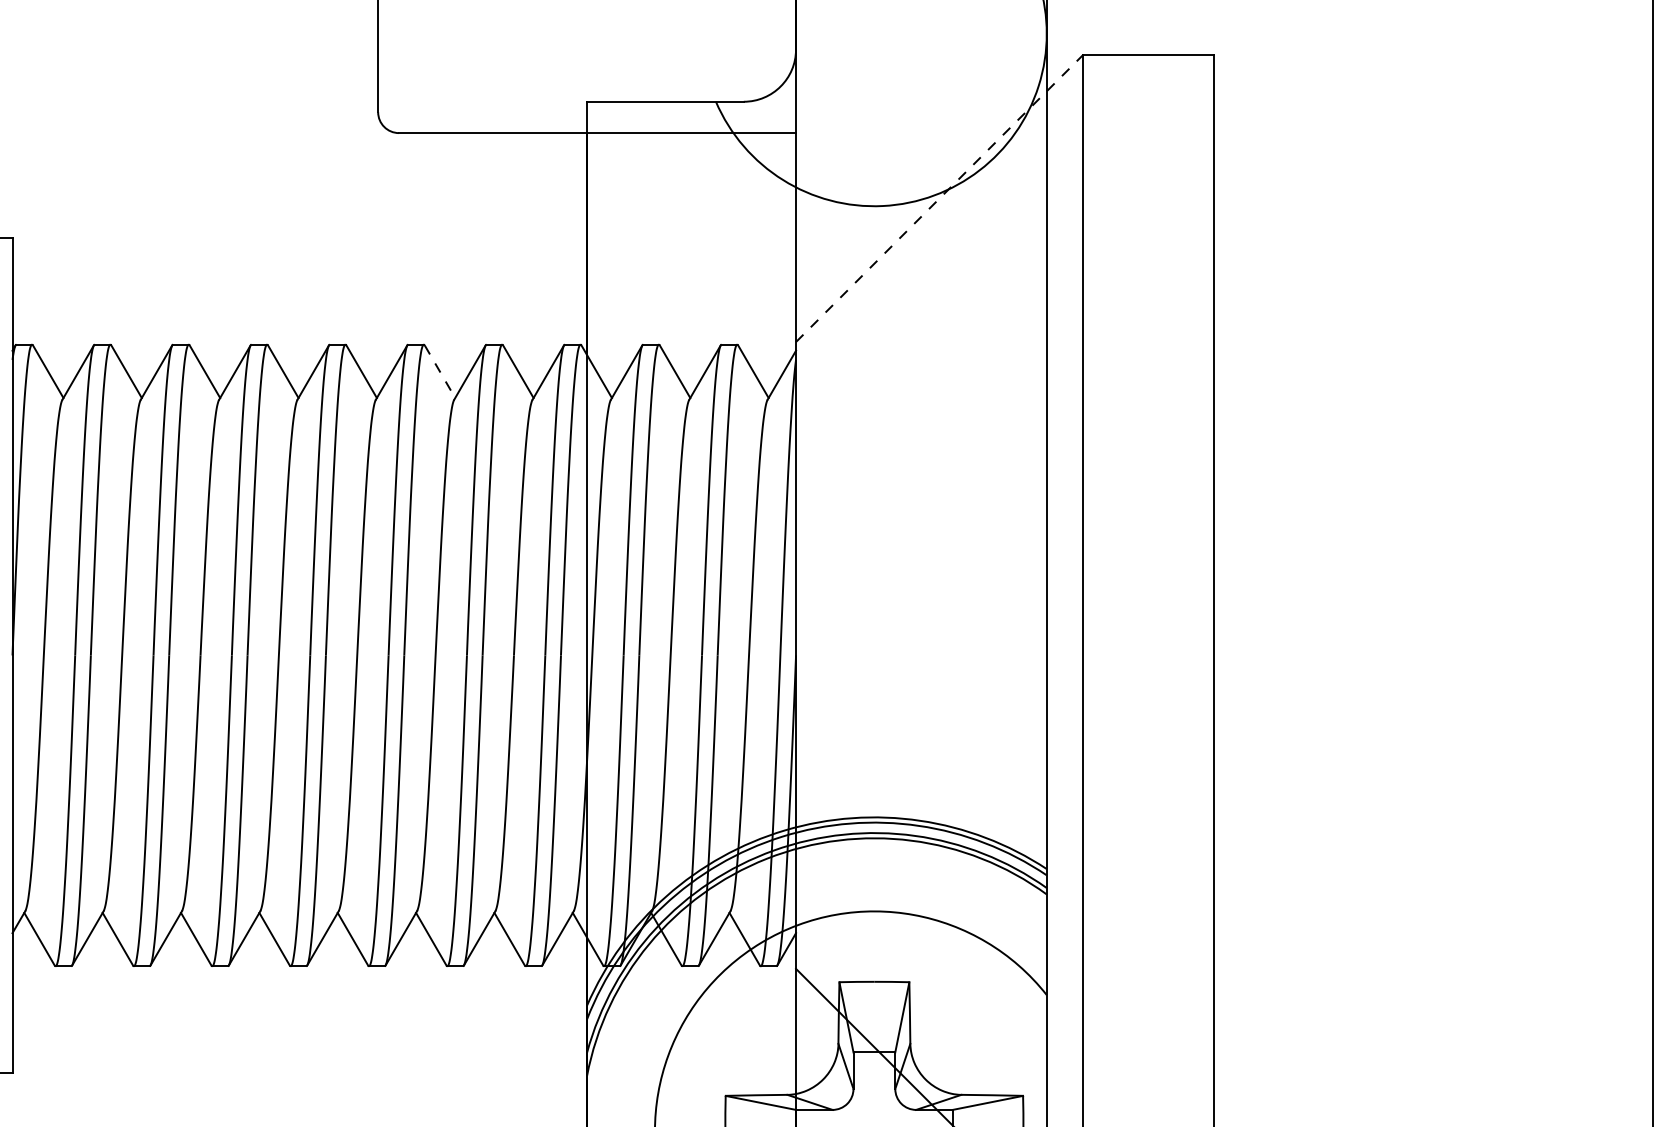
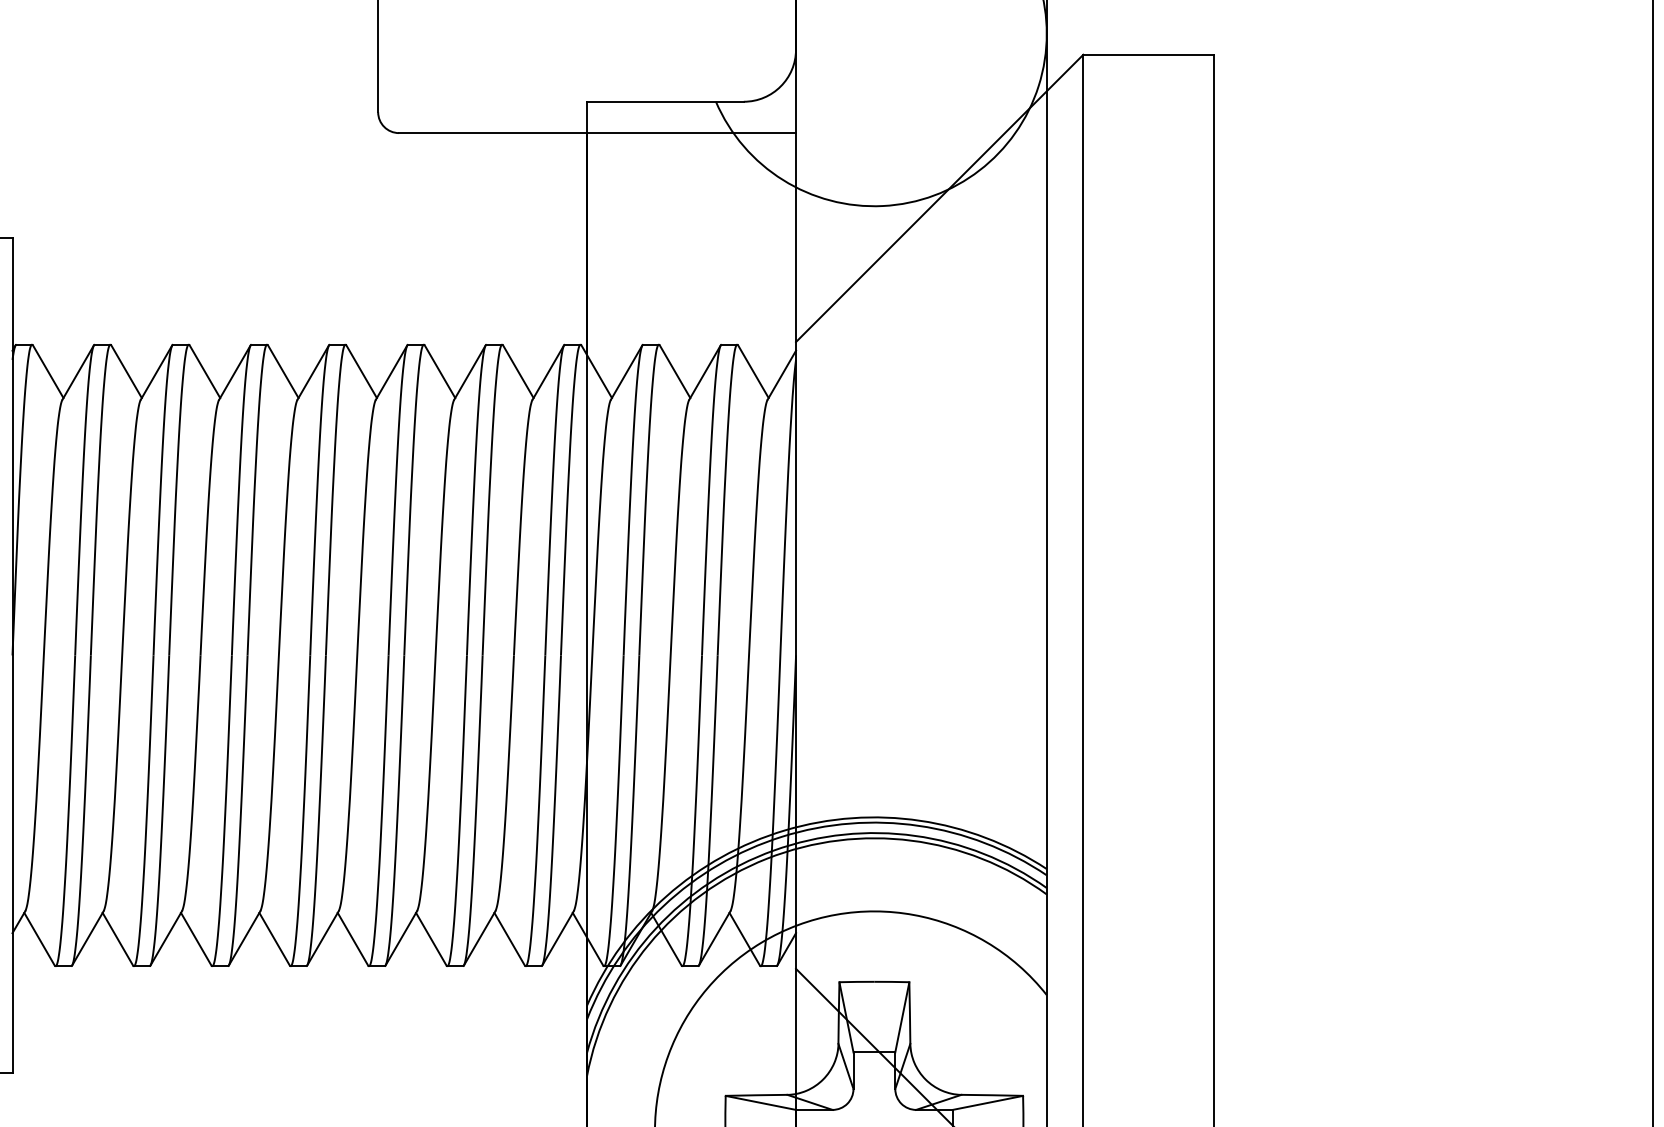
line at (940, 198): dashed -> solid
line at (440, 372): dashed -> solid
